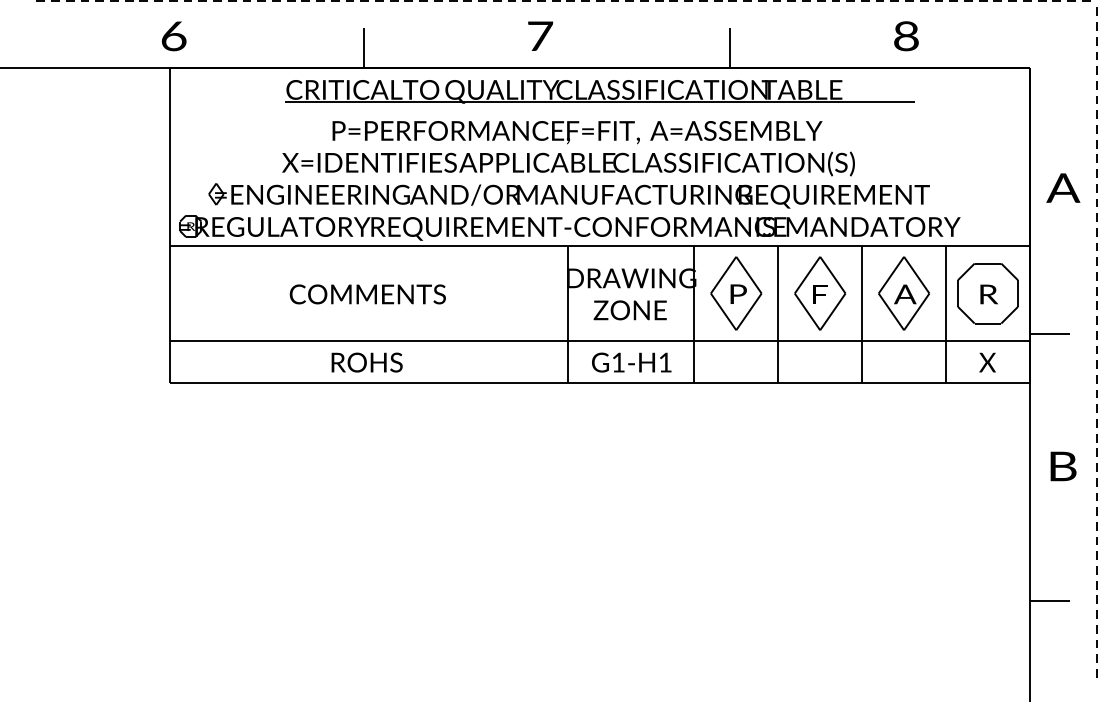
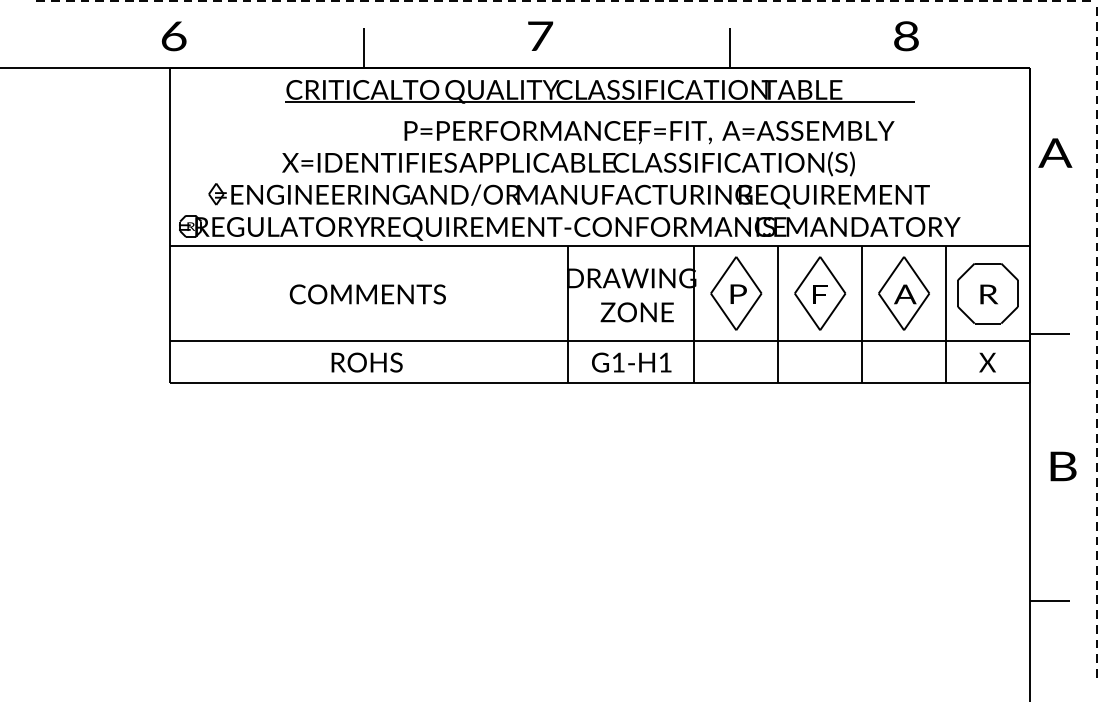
text at (577, 132) position: (577, 132) -> (649, 132)
text at (1063, 187) position: (1063, 187) -> (1055, 152)
text at (629, 310) position: (629, 310) -> (636, 312)
